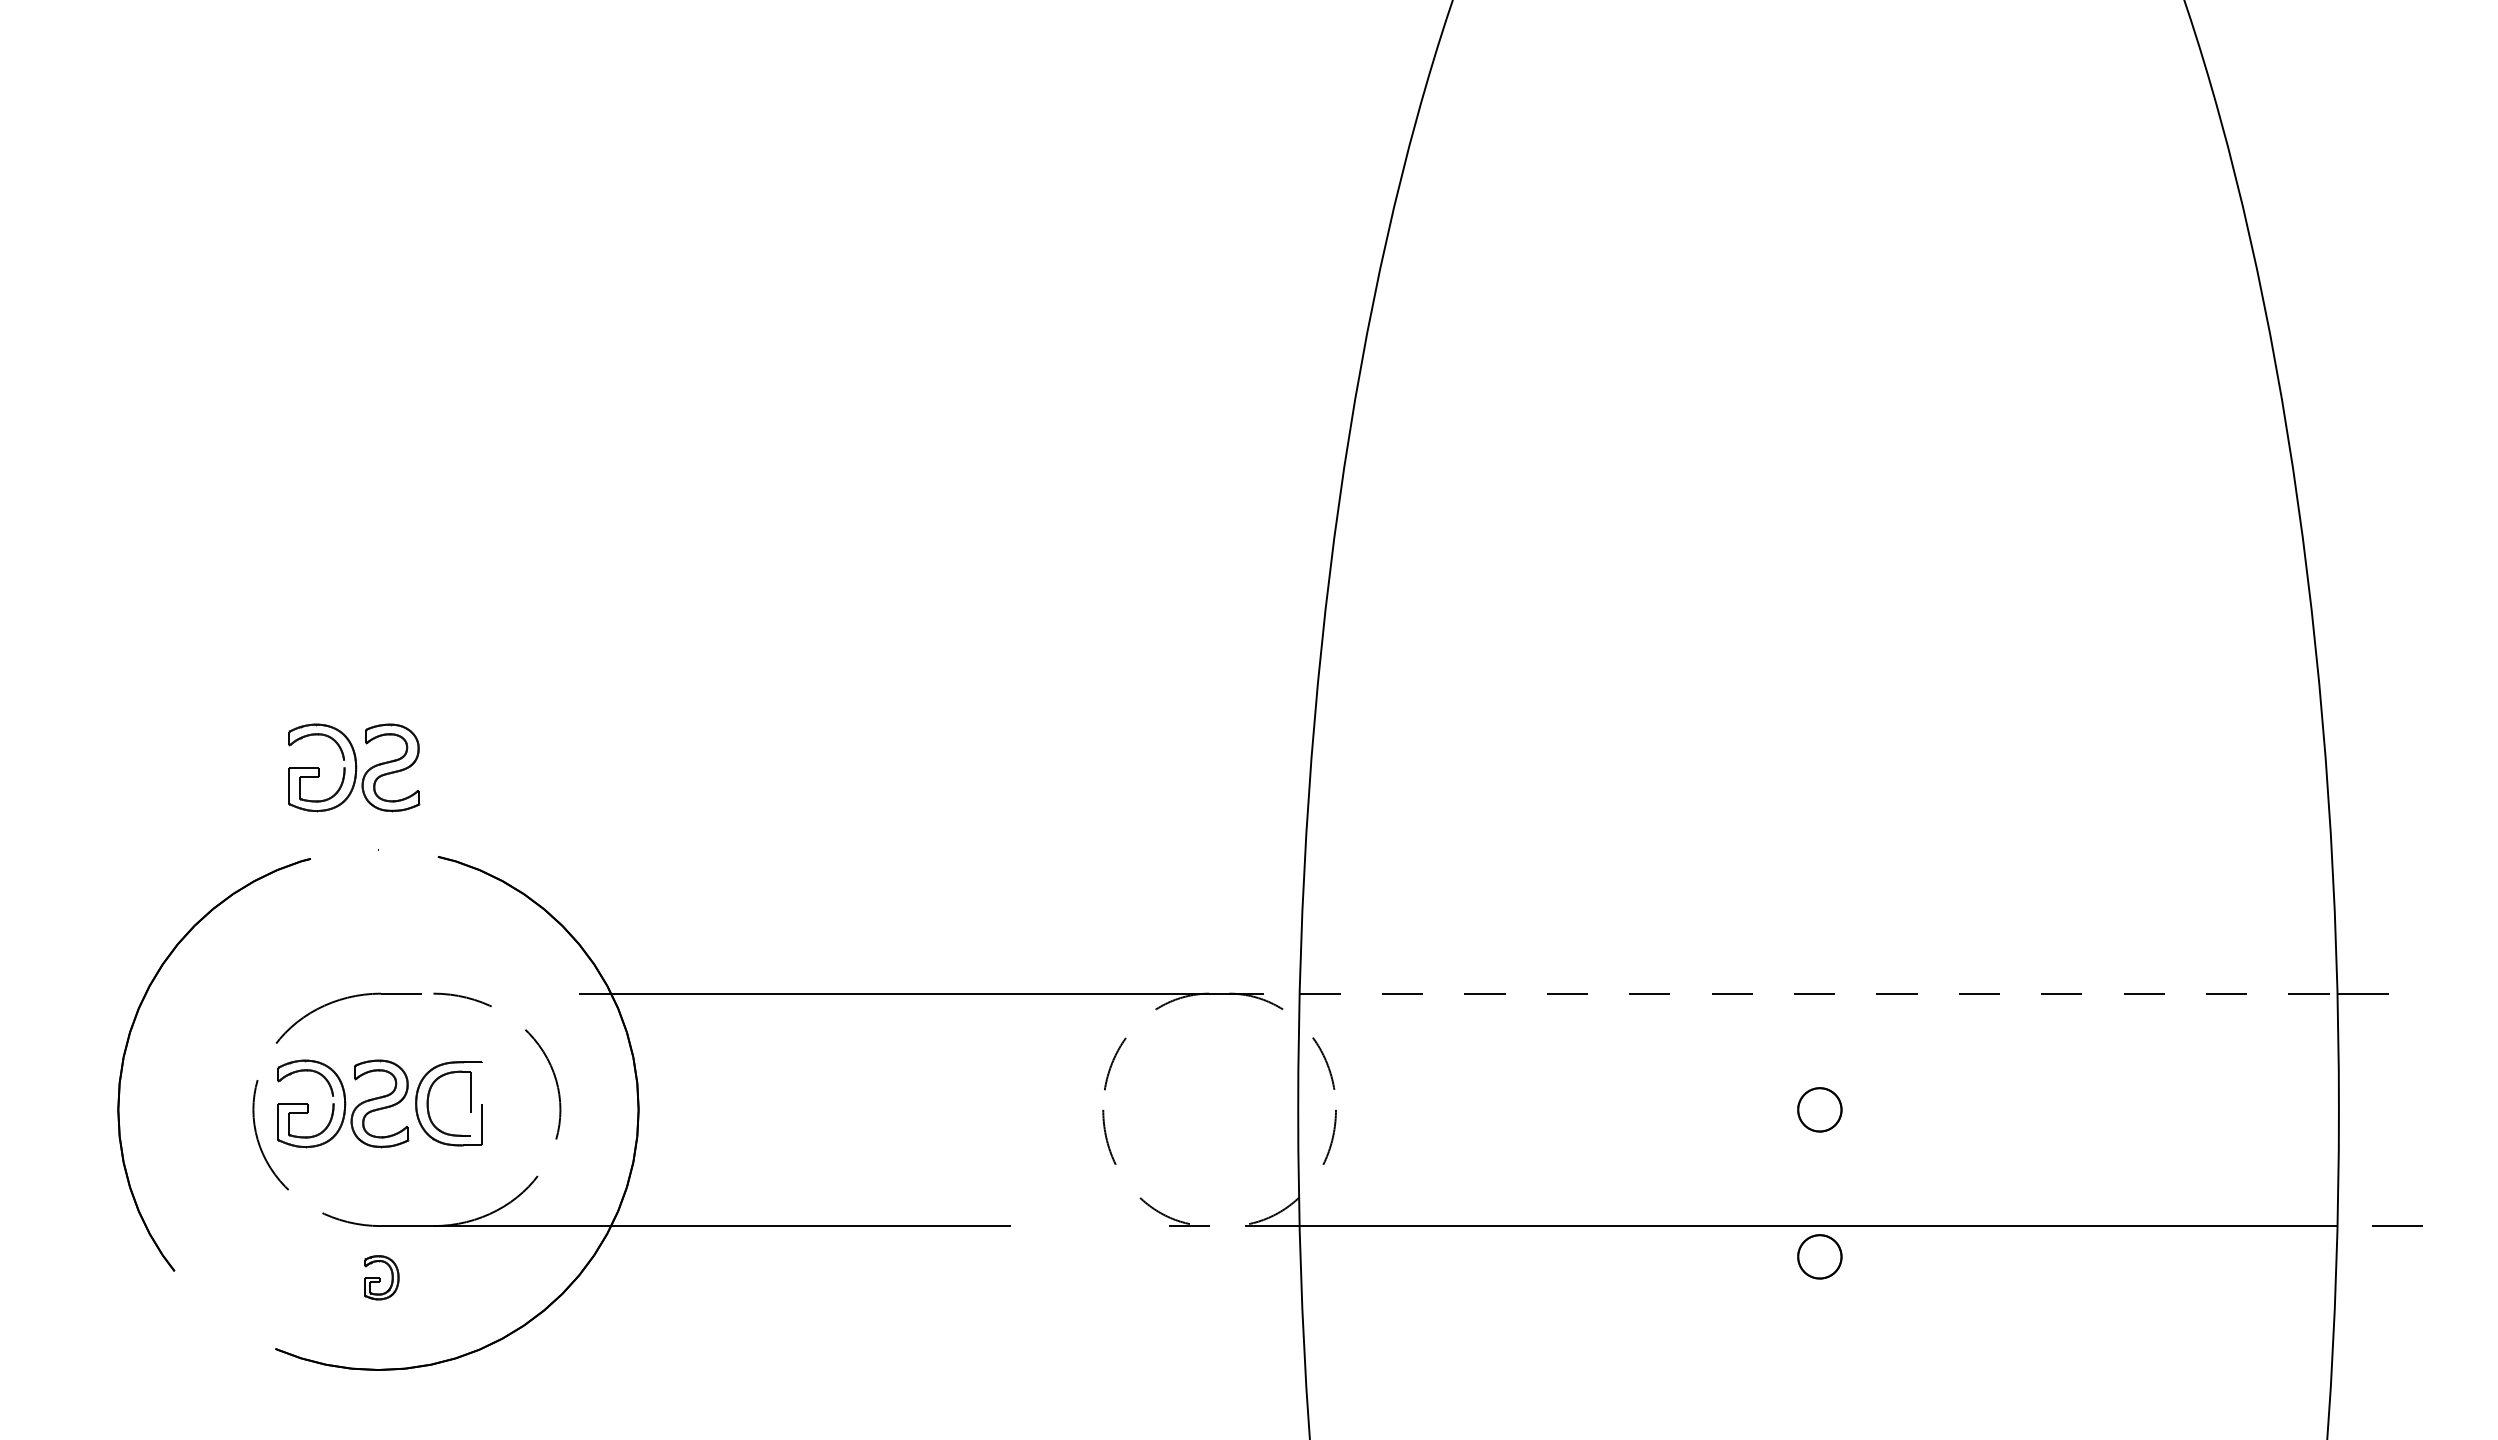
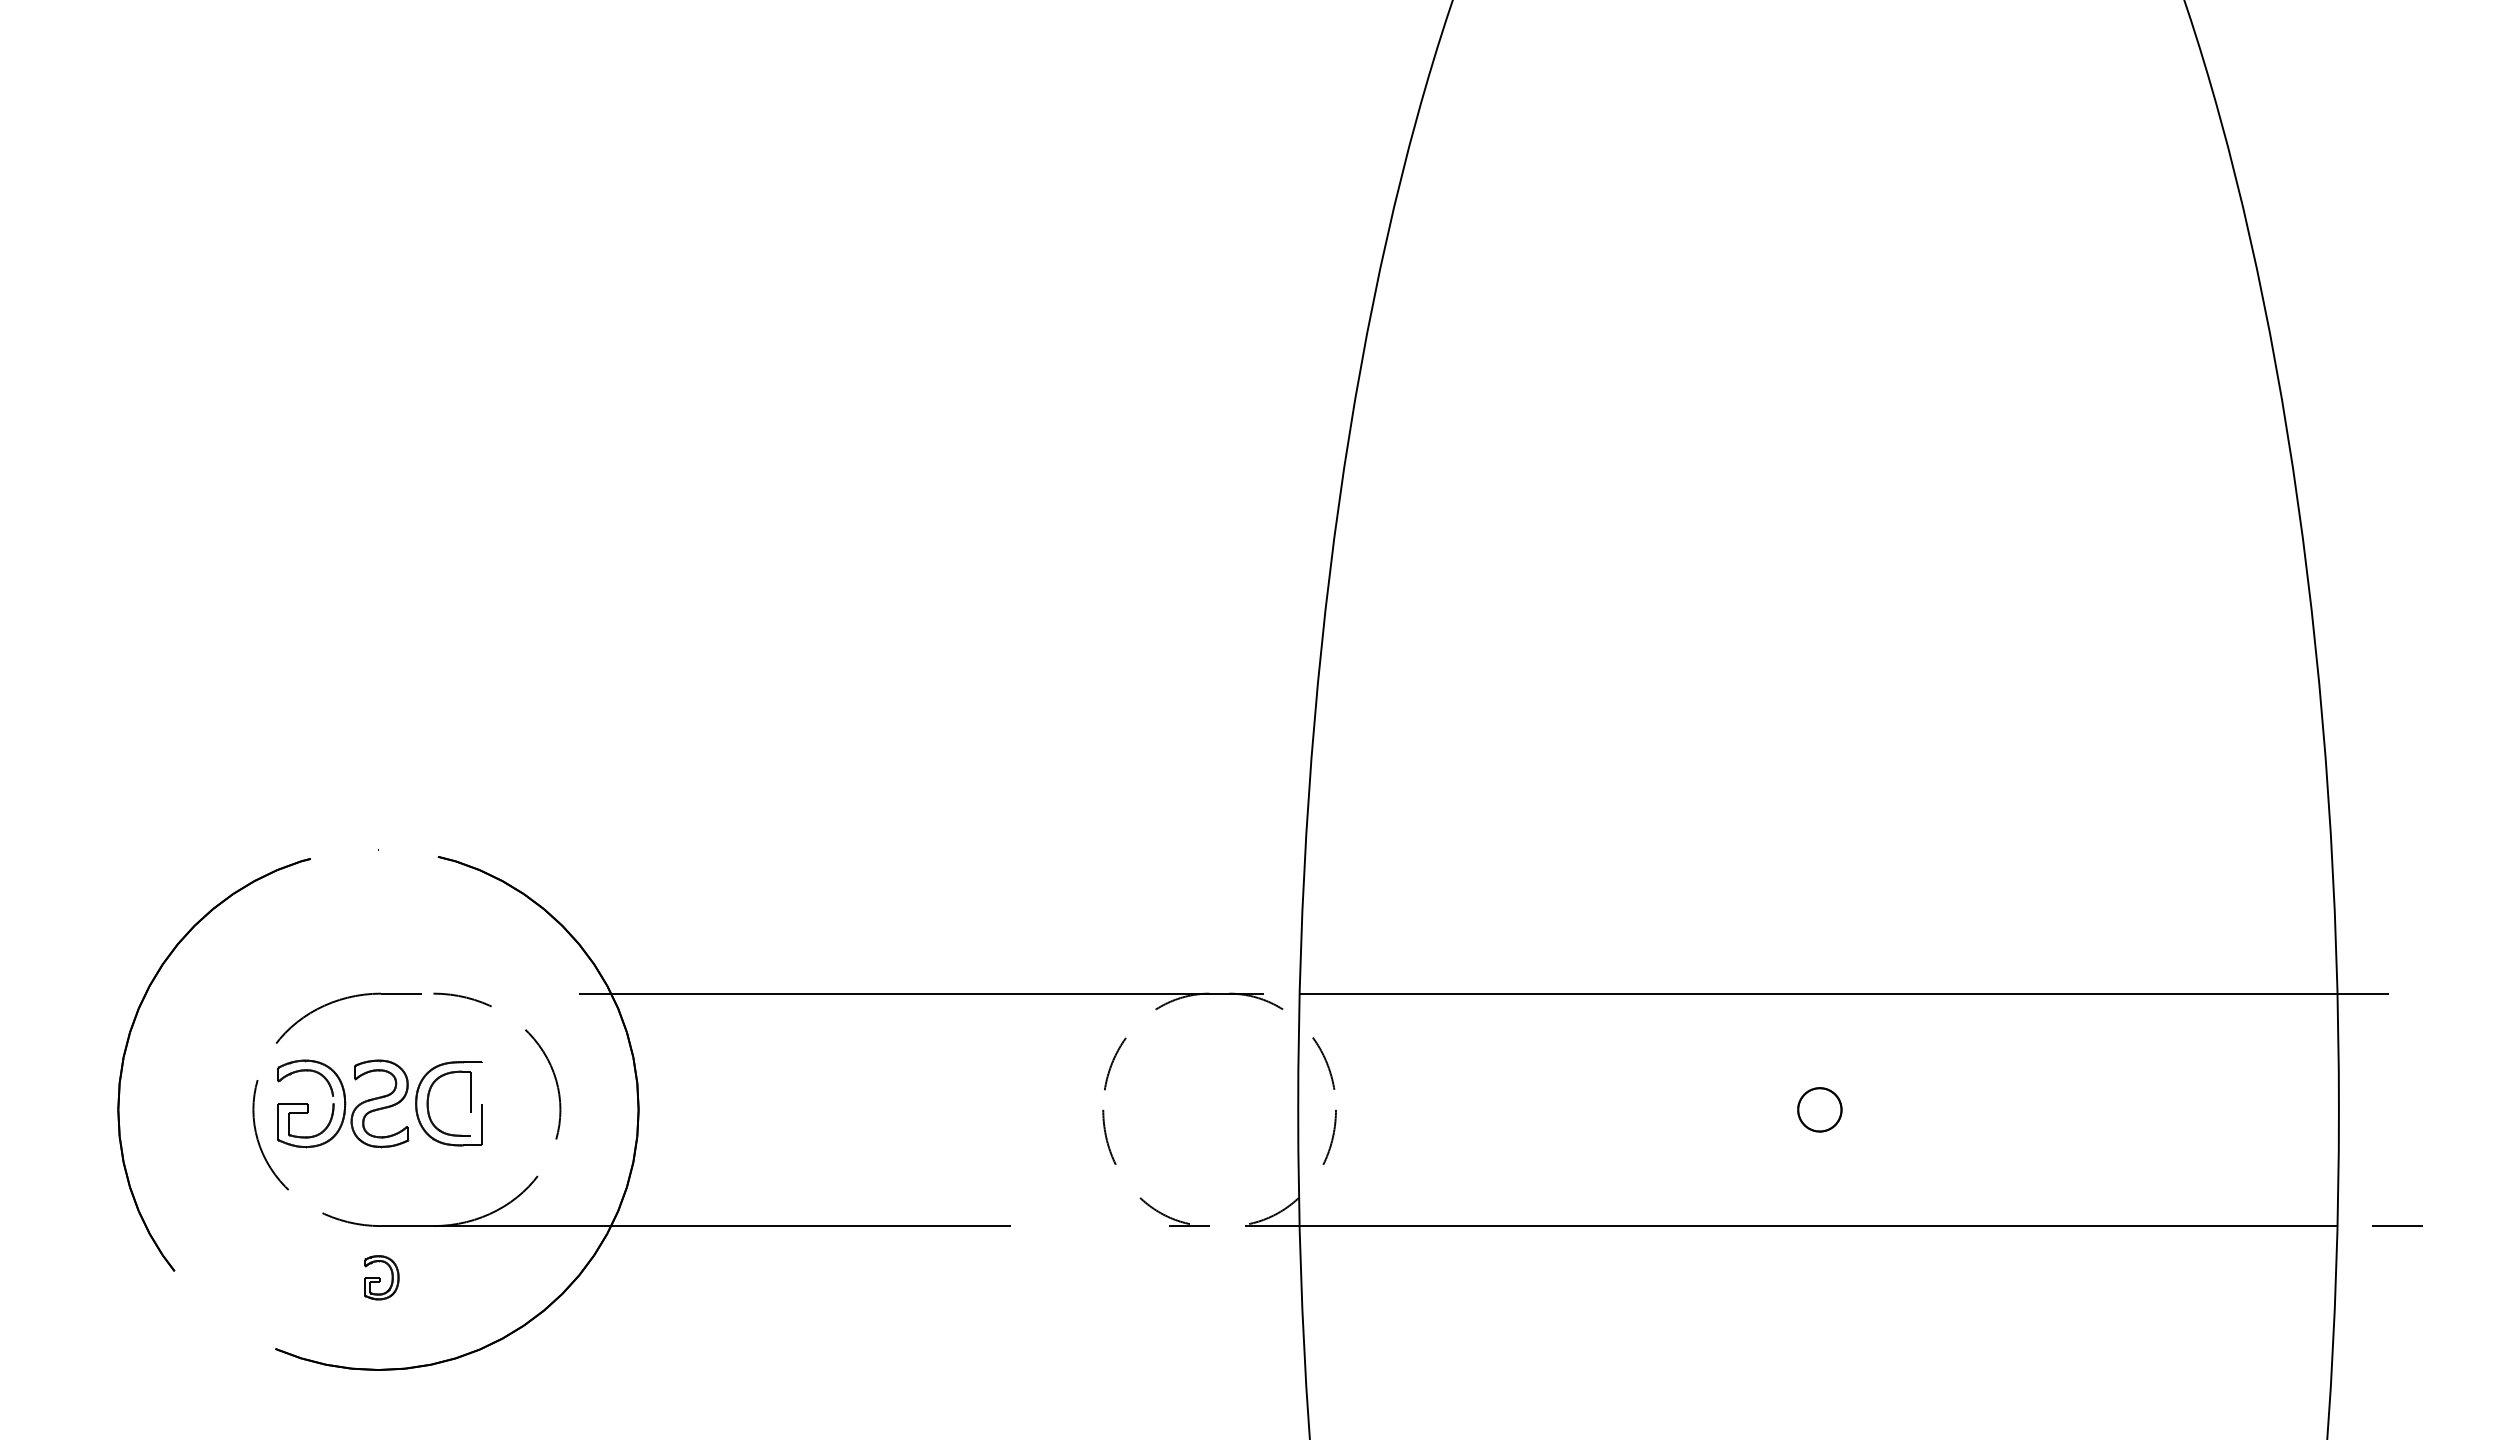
part at (354, 767): present -> none
line at (1818, 993): dashed -> solid
part at (1819, 1256): present -> none
